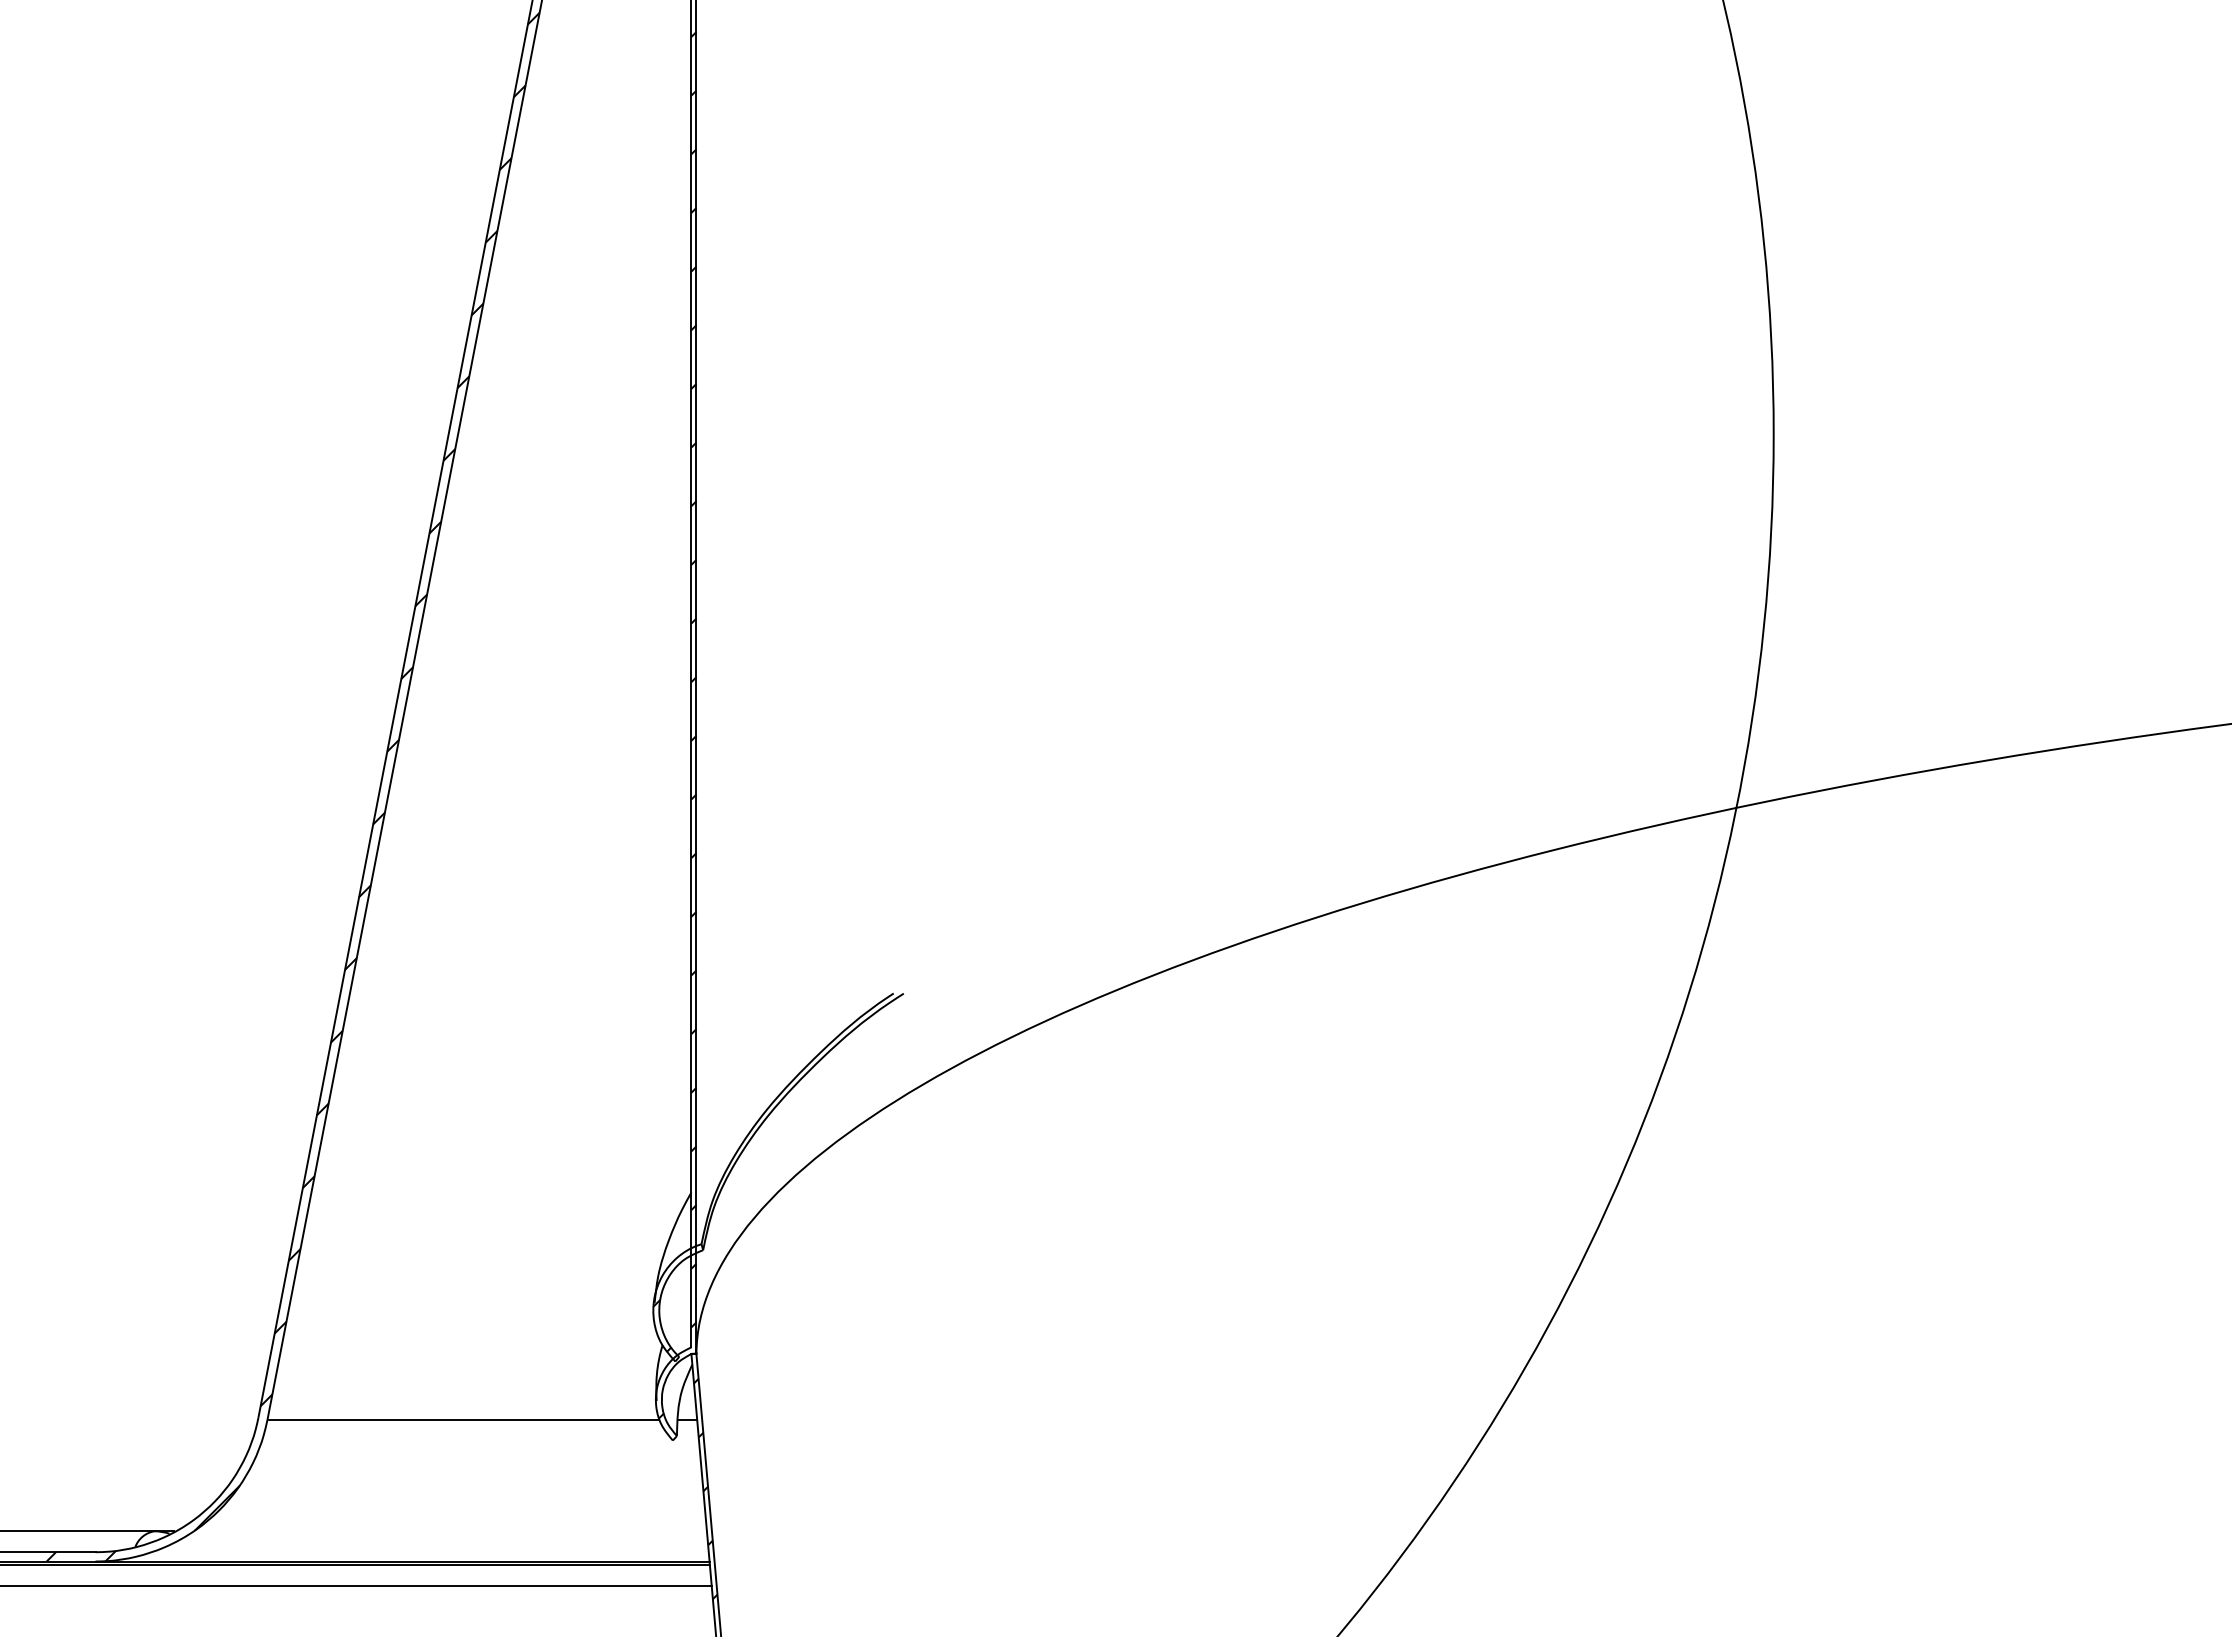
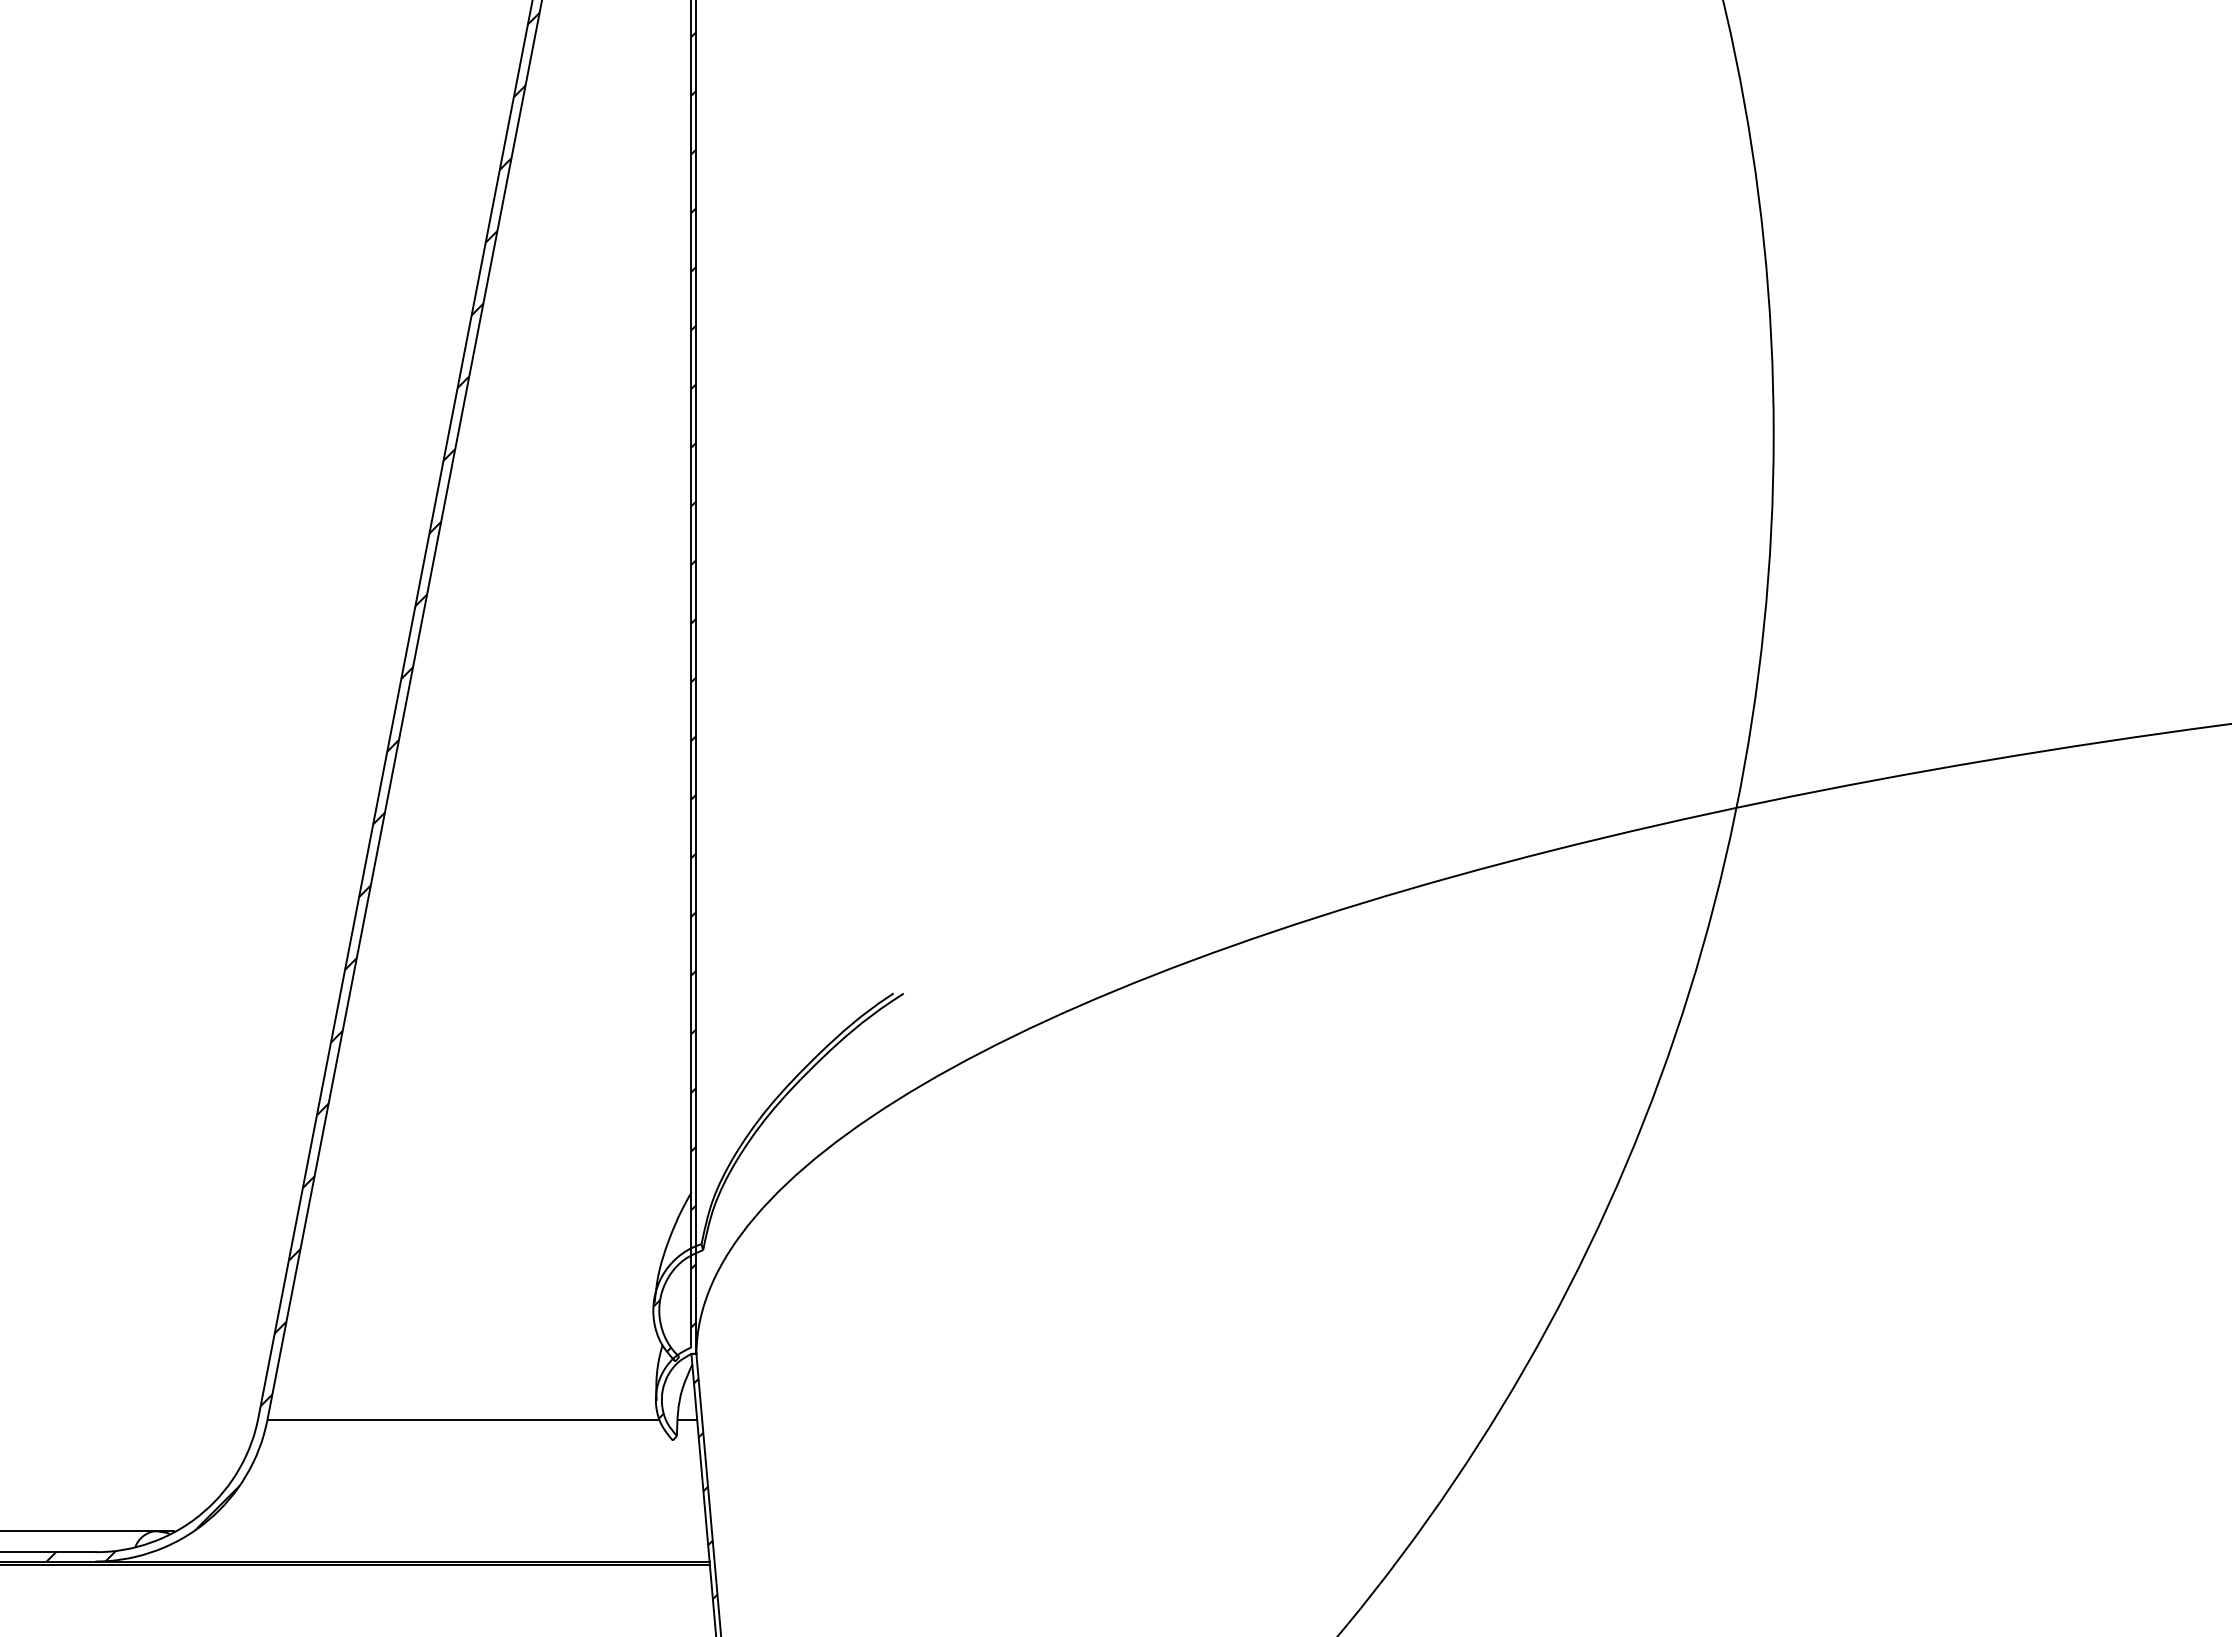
line at (356, 1585): present -> none
